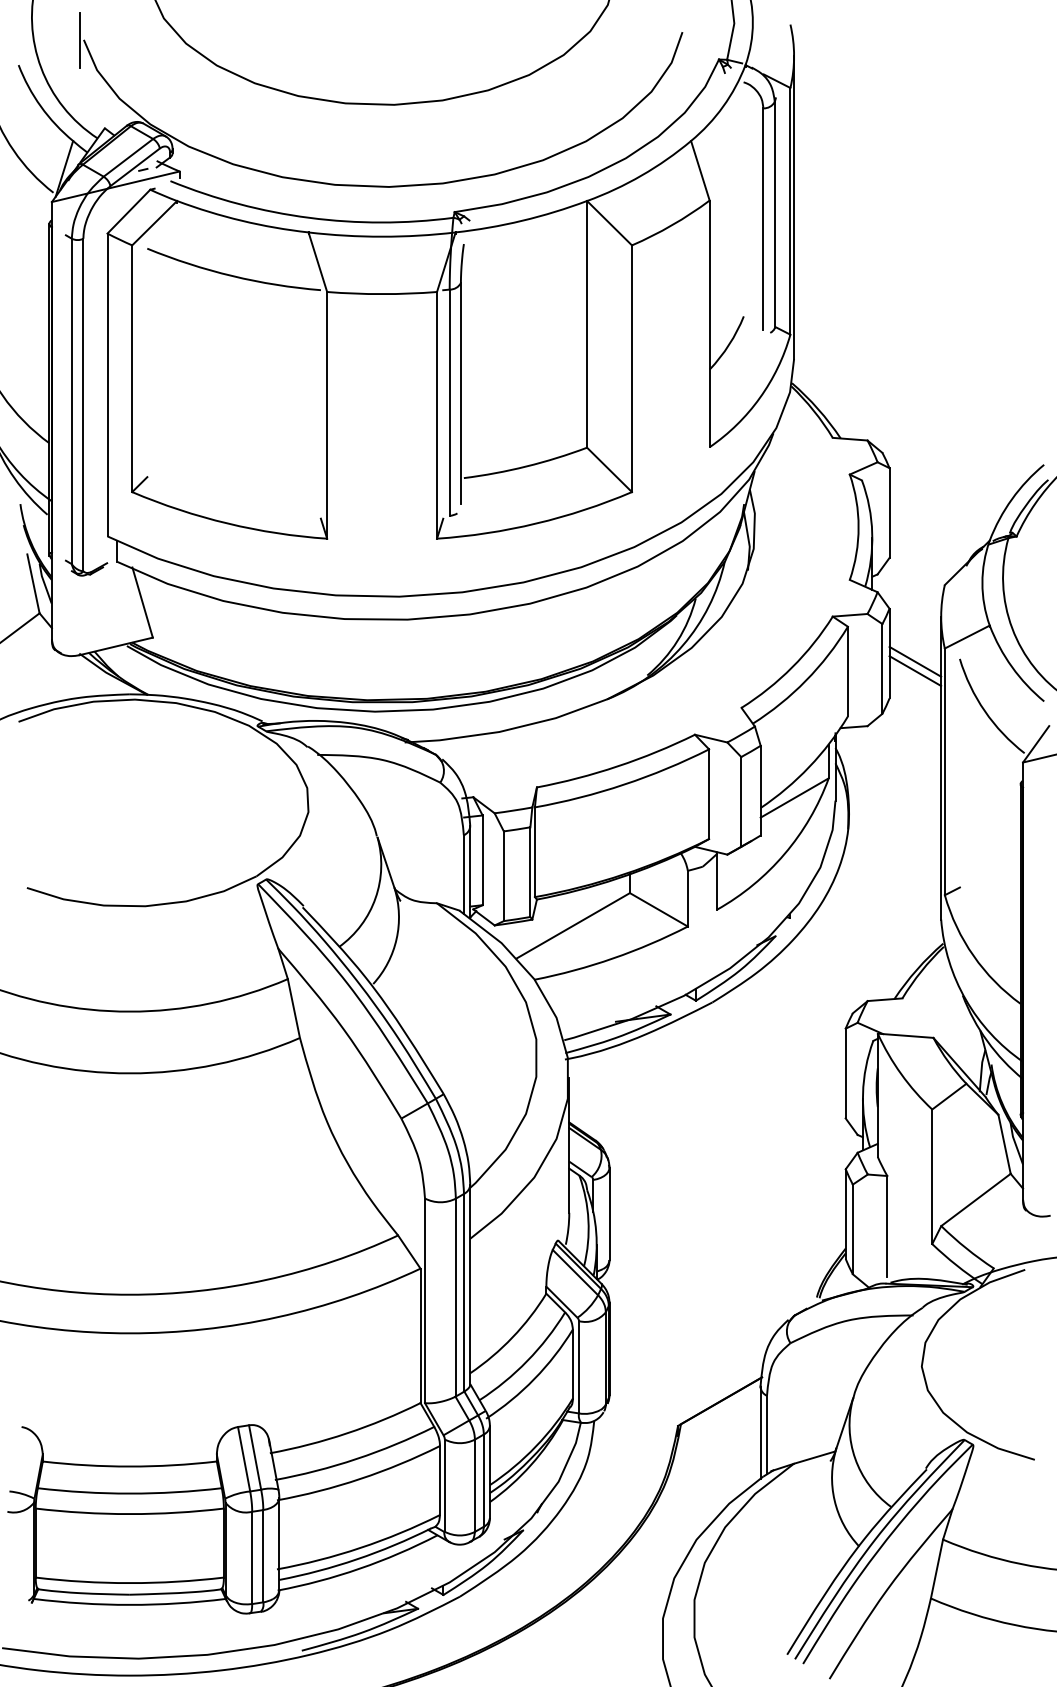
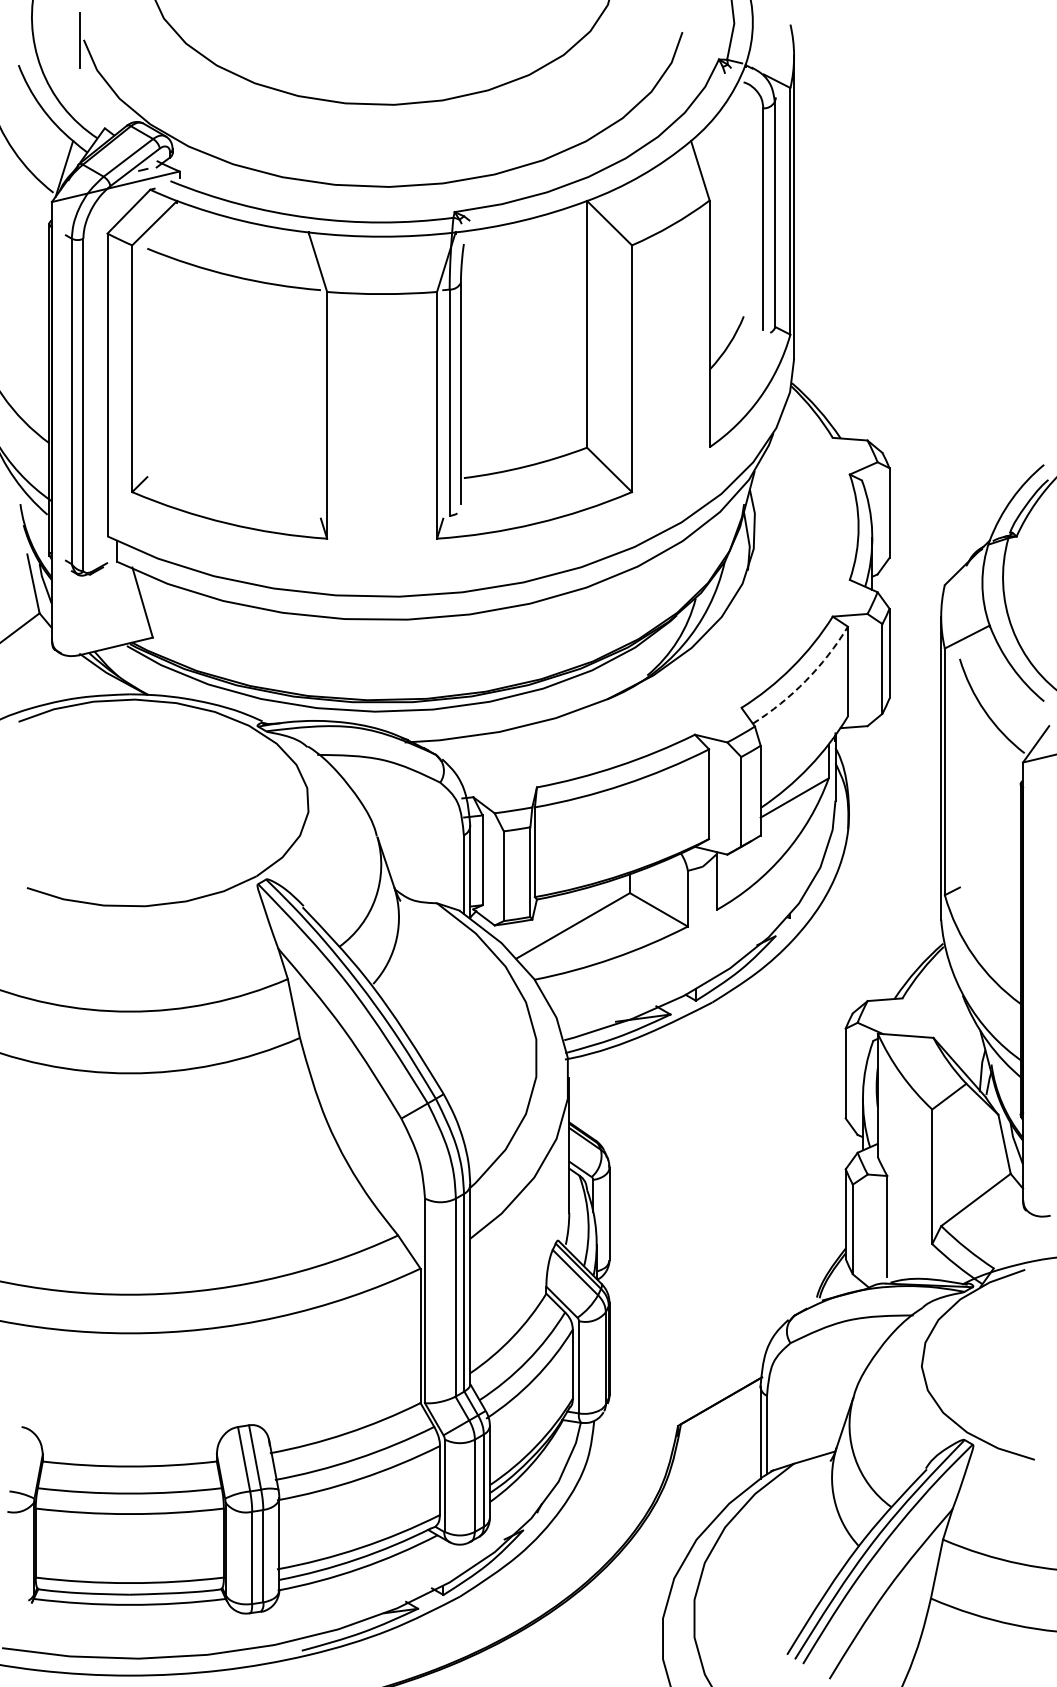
line at (915, 661): present -> none
line at (915, 671): present -> none
arc at (806, 680): solid -> dashed
